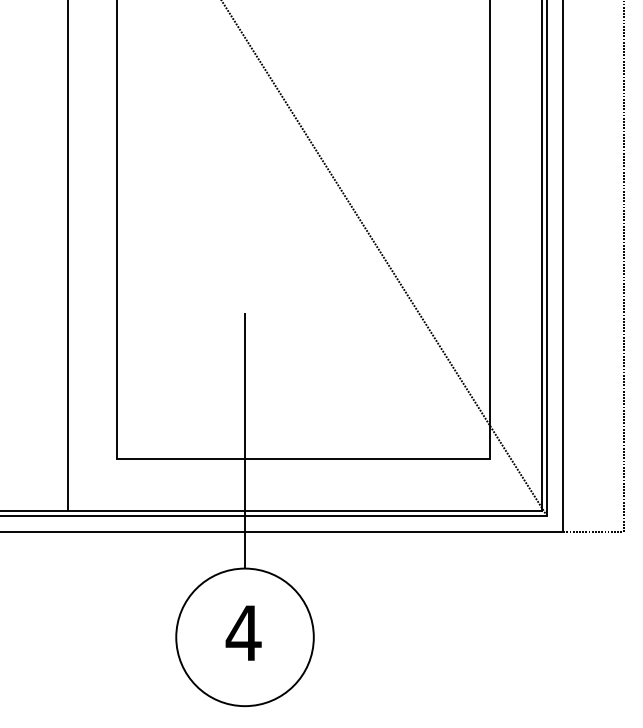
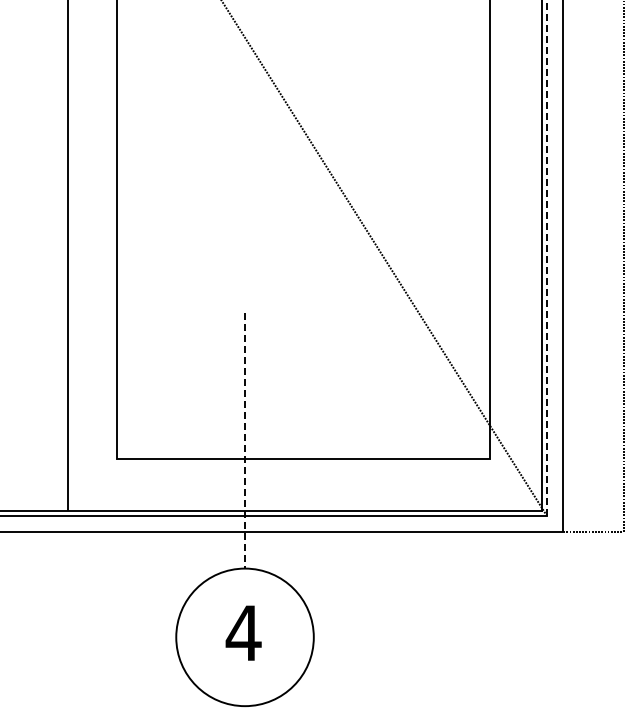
line at (546, 257): solid -> dashed
line at (245, 440): solid -> dashed
